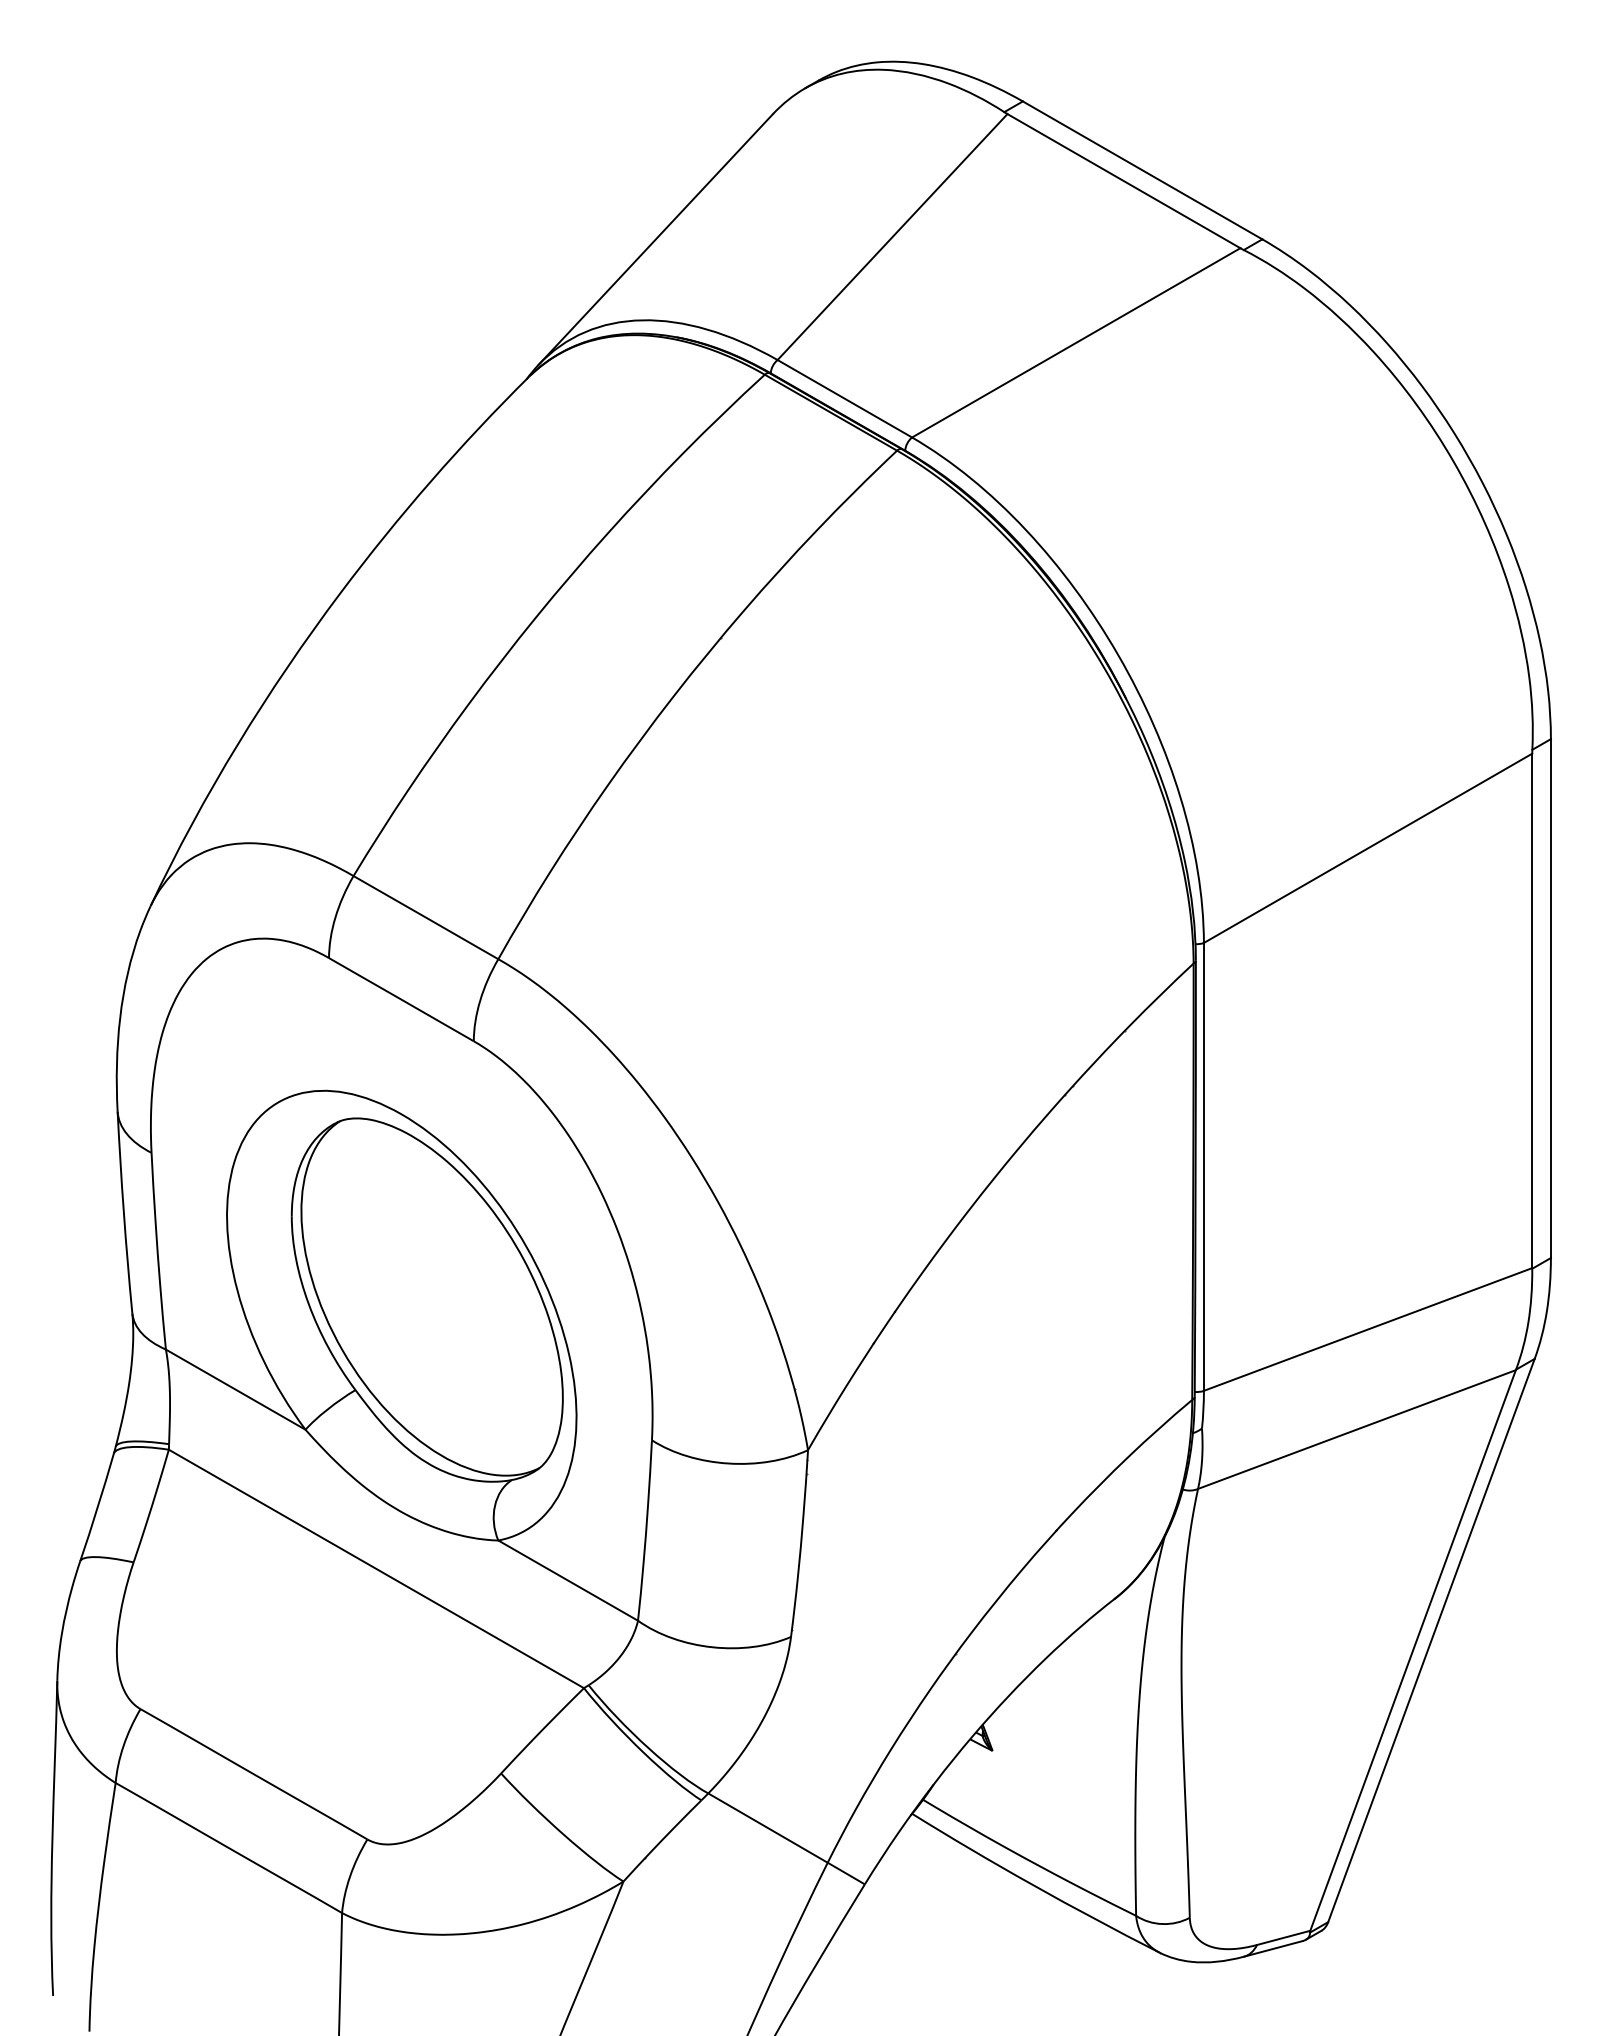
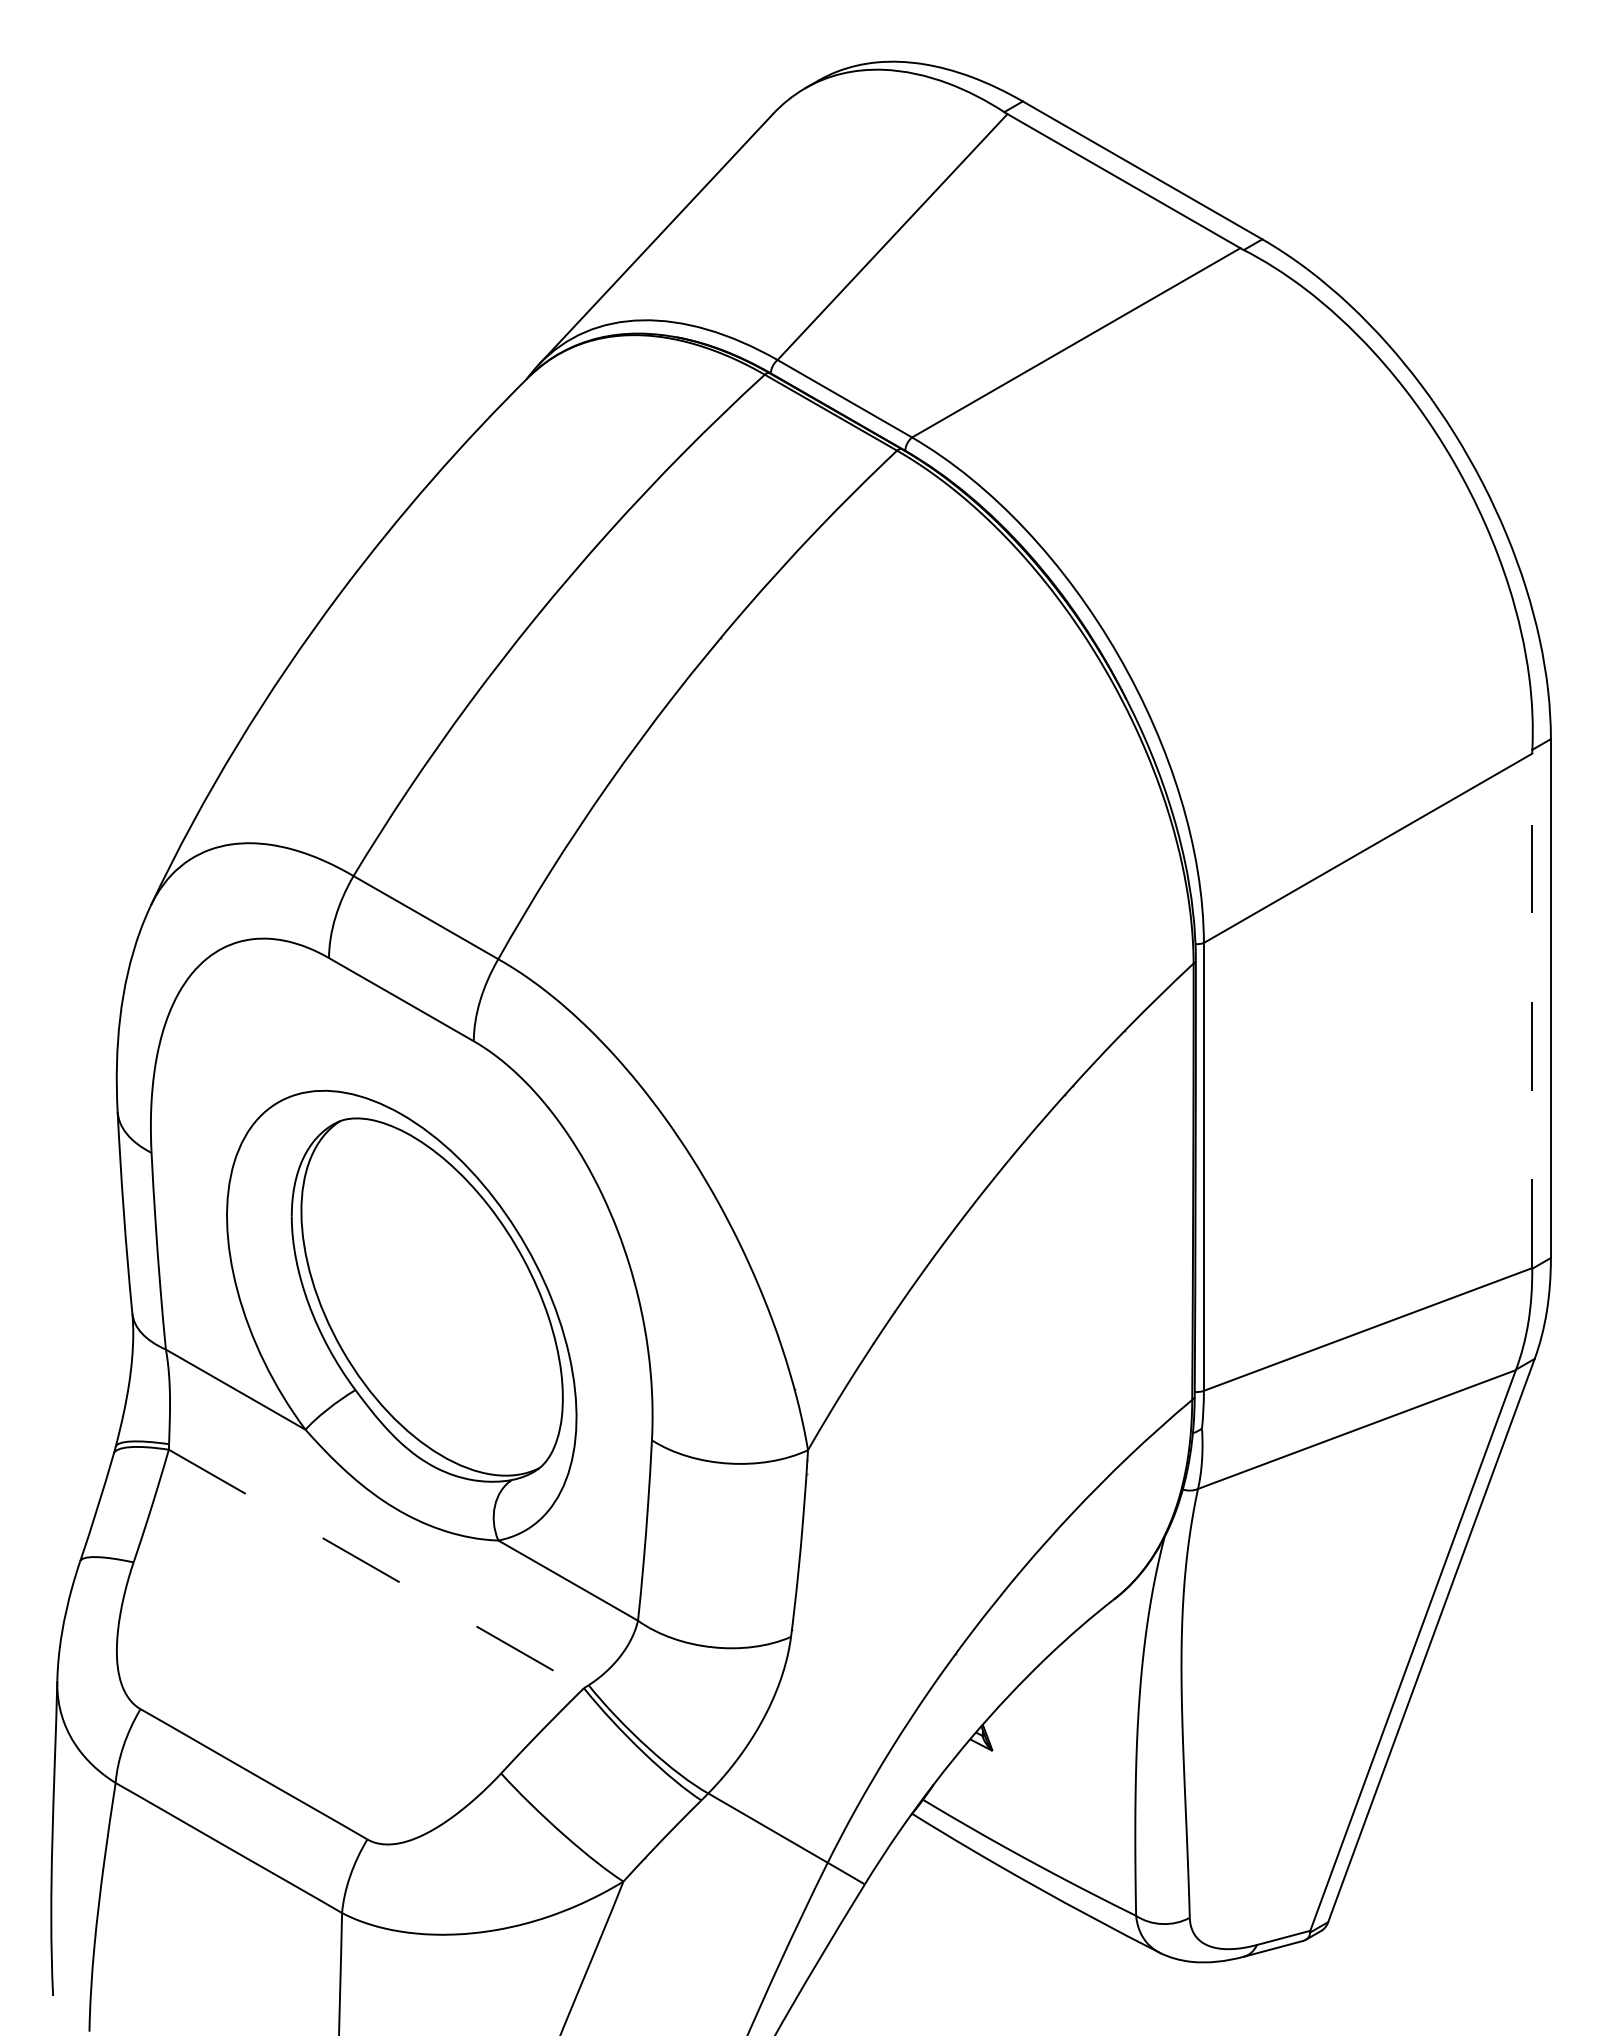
line at (1532, 1010): solid -> dashed
line at (376, 1569): solid -> dashed
